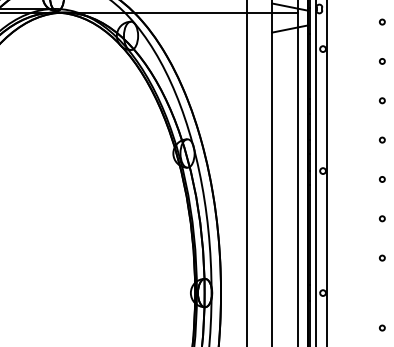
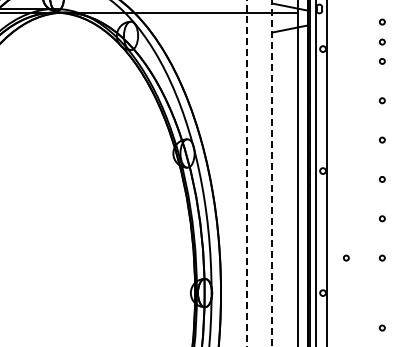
circle at (382, 41): none -> present
line at (246, 173): solid -> dashed
line at (272, 173): solid -> dashed
circle at (346, 257): none -> present
